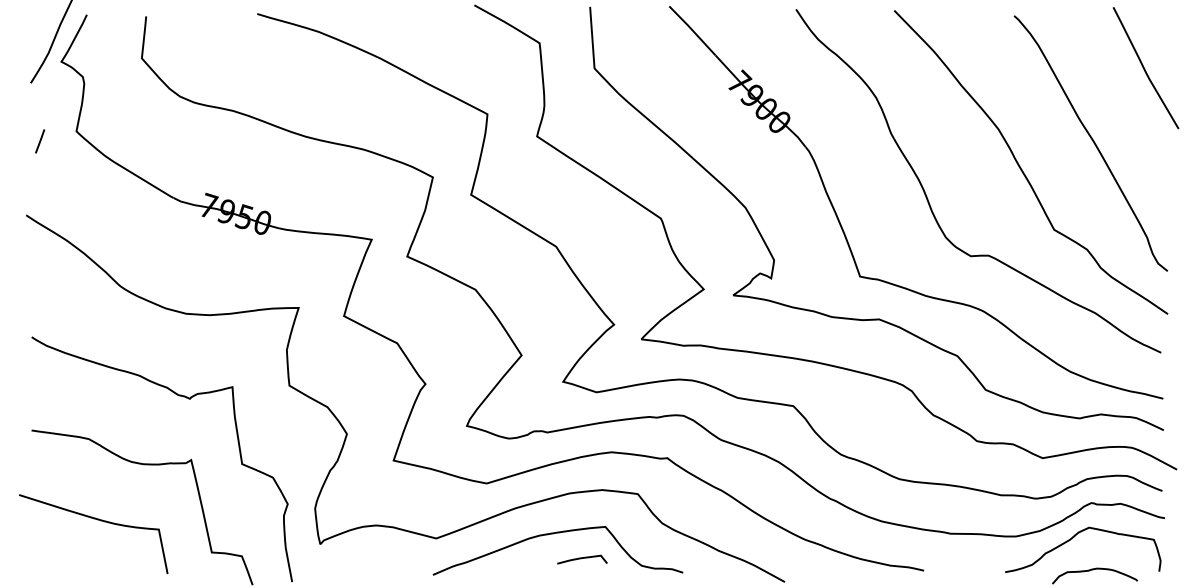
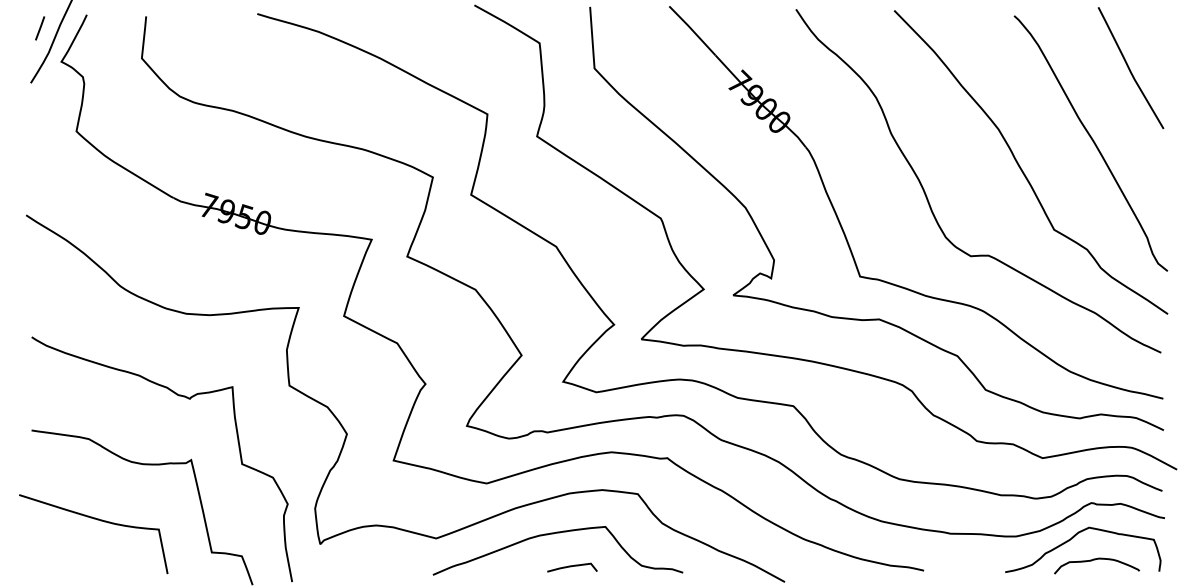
curve at (1144, 67) position: (1144, 67) -> (1129, 67)
line at (40, 141) position: (40, 141) -> (40, 28)
curve at (582, 558) position: (582, 558) -> (572, 566)
curve at (1093, 570) position: (1093, 570) -> (1095, 560)
